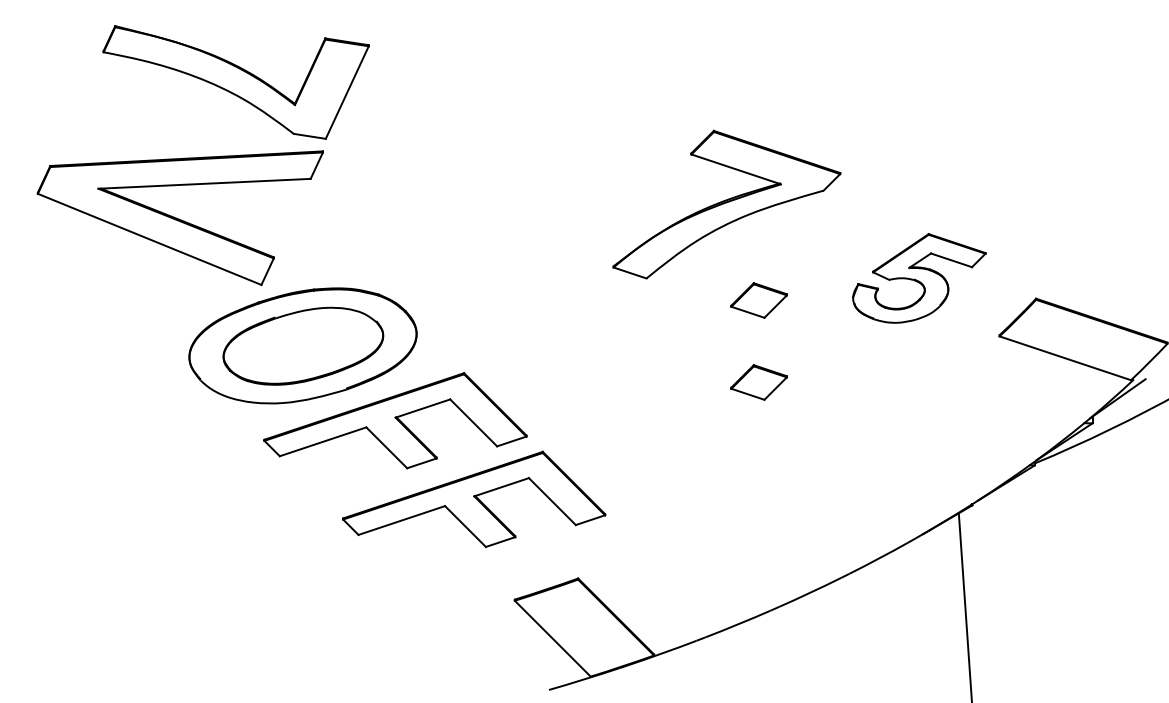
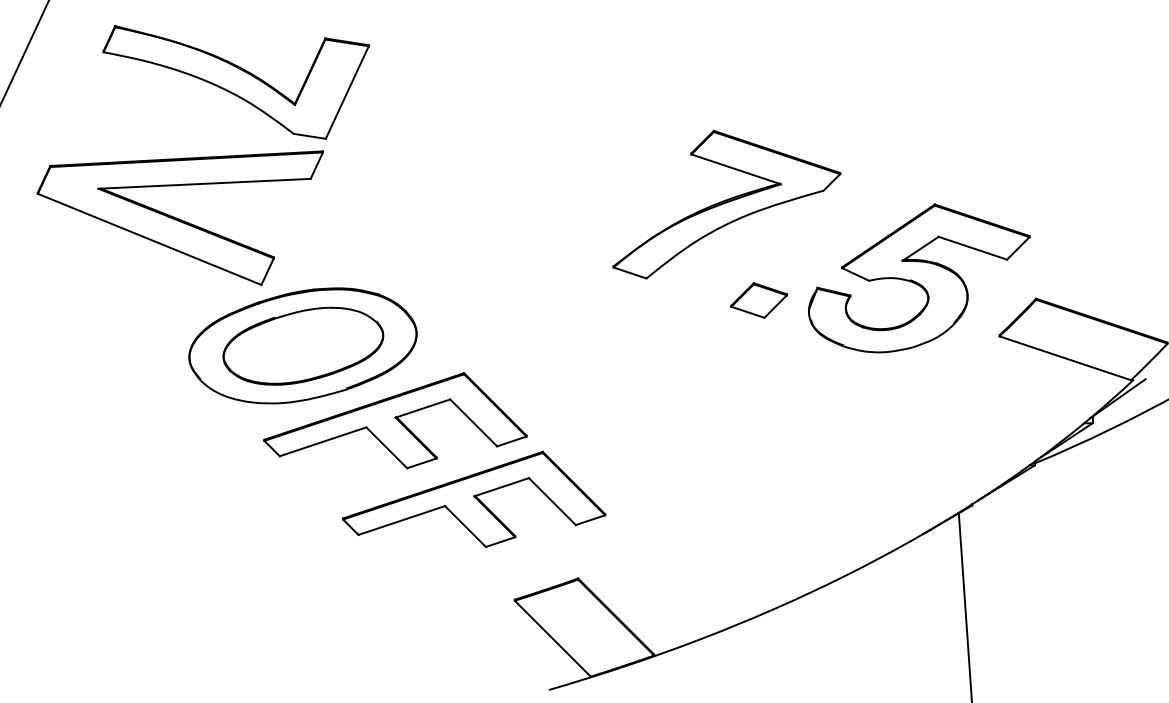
line at (25, 51): none -> present
part at (919, 278) size: 135x91 px -> 223x151 px
part at (758, 382): present -> none
